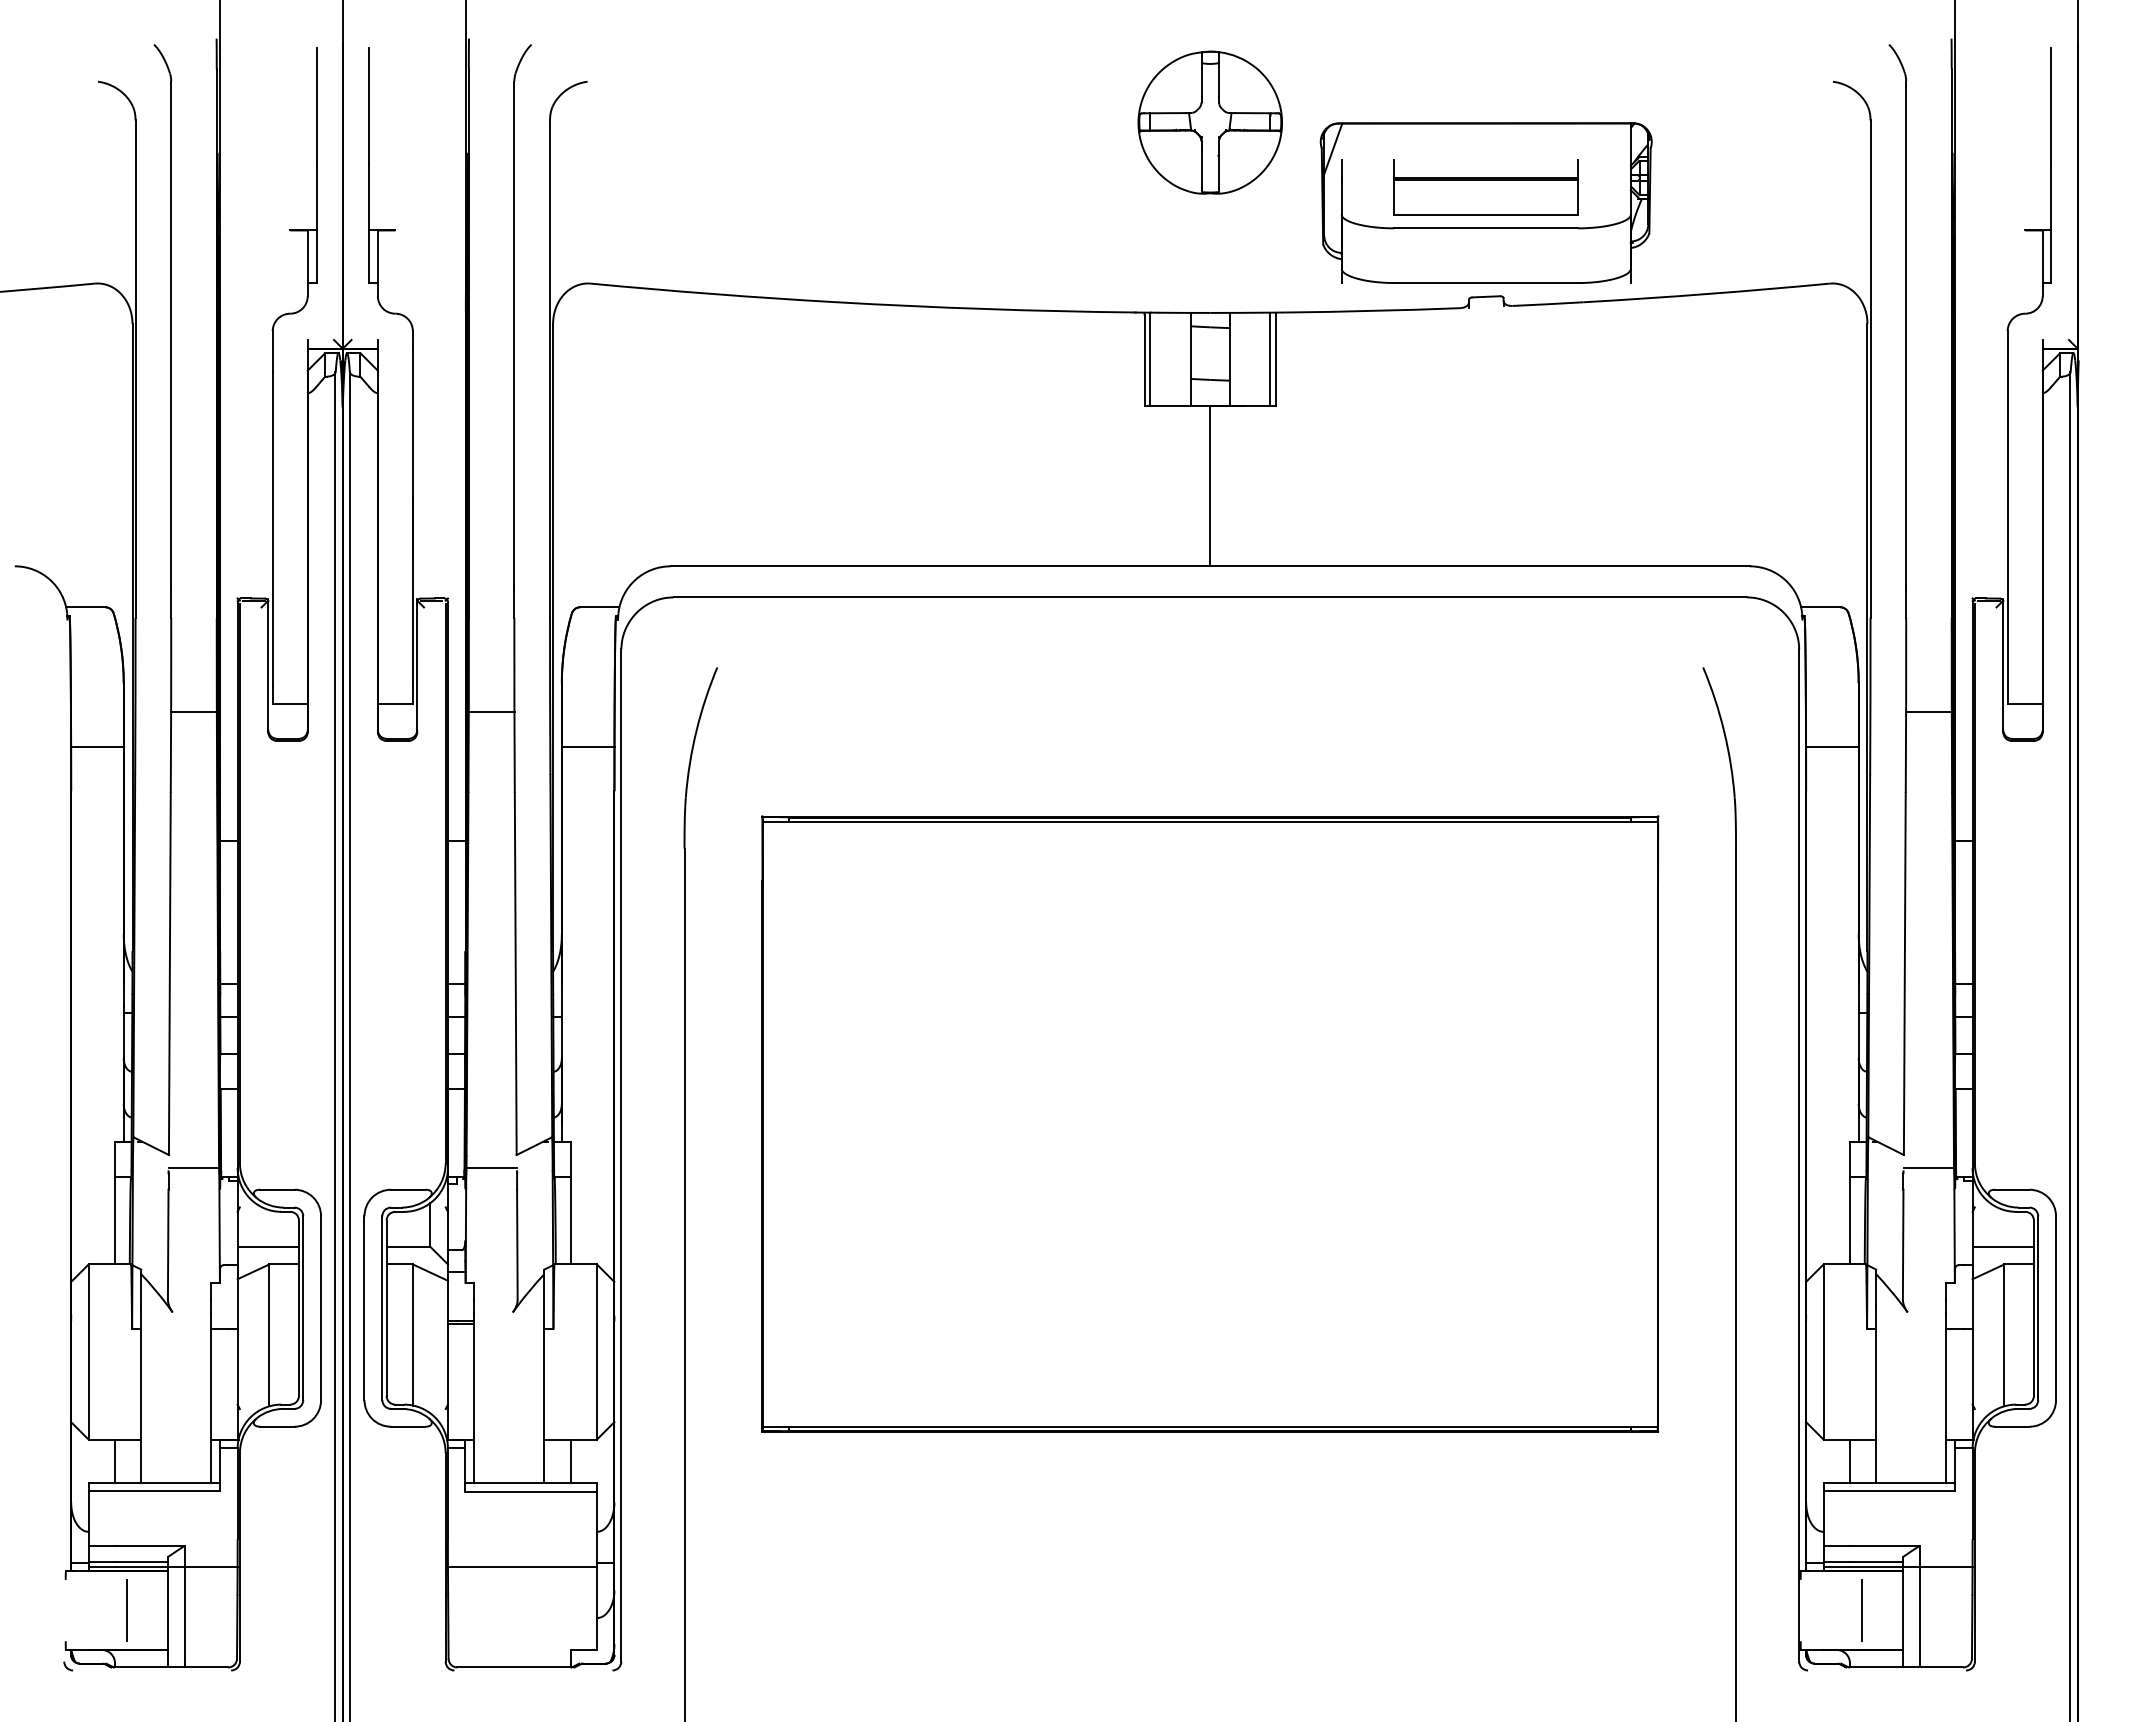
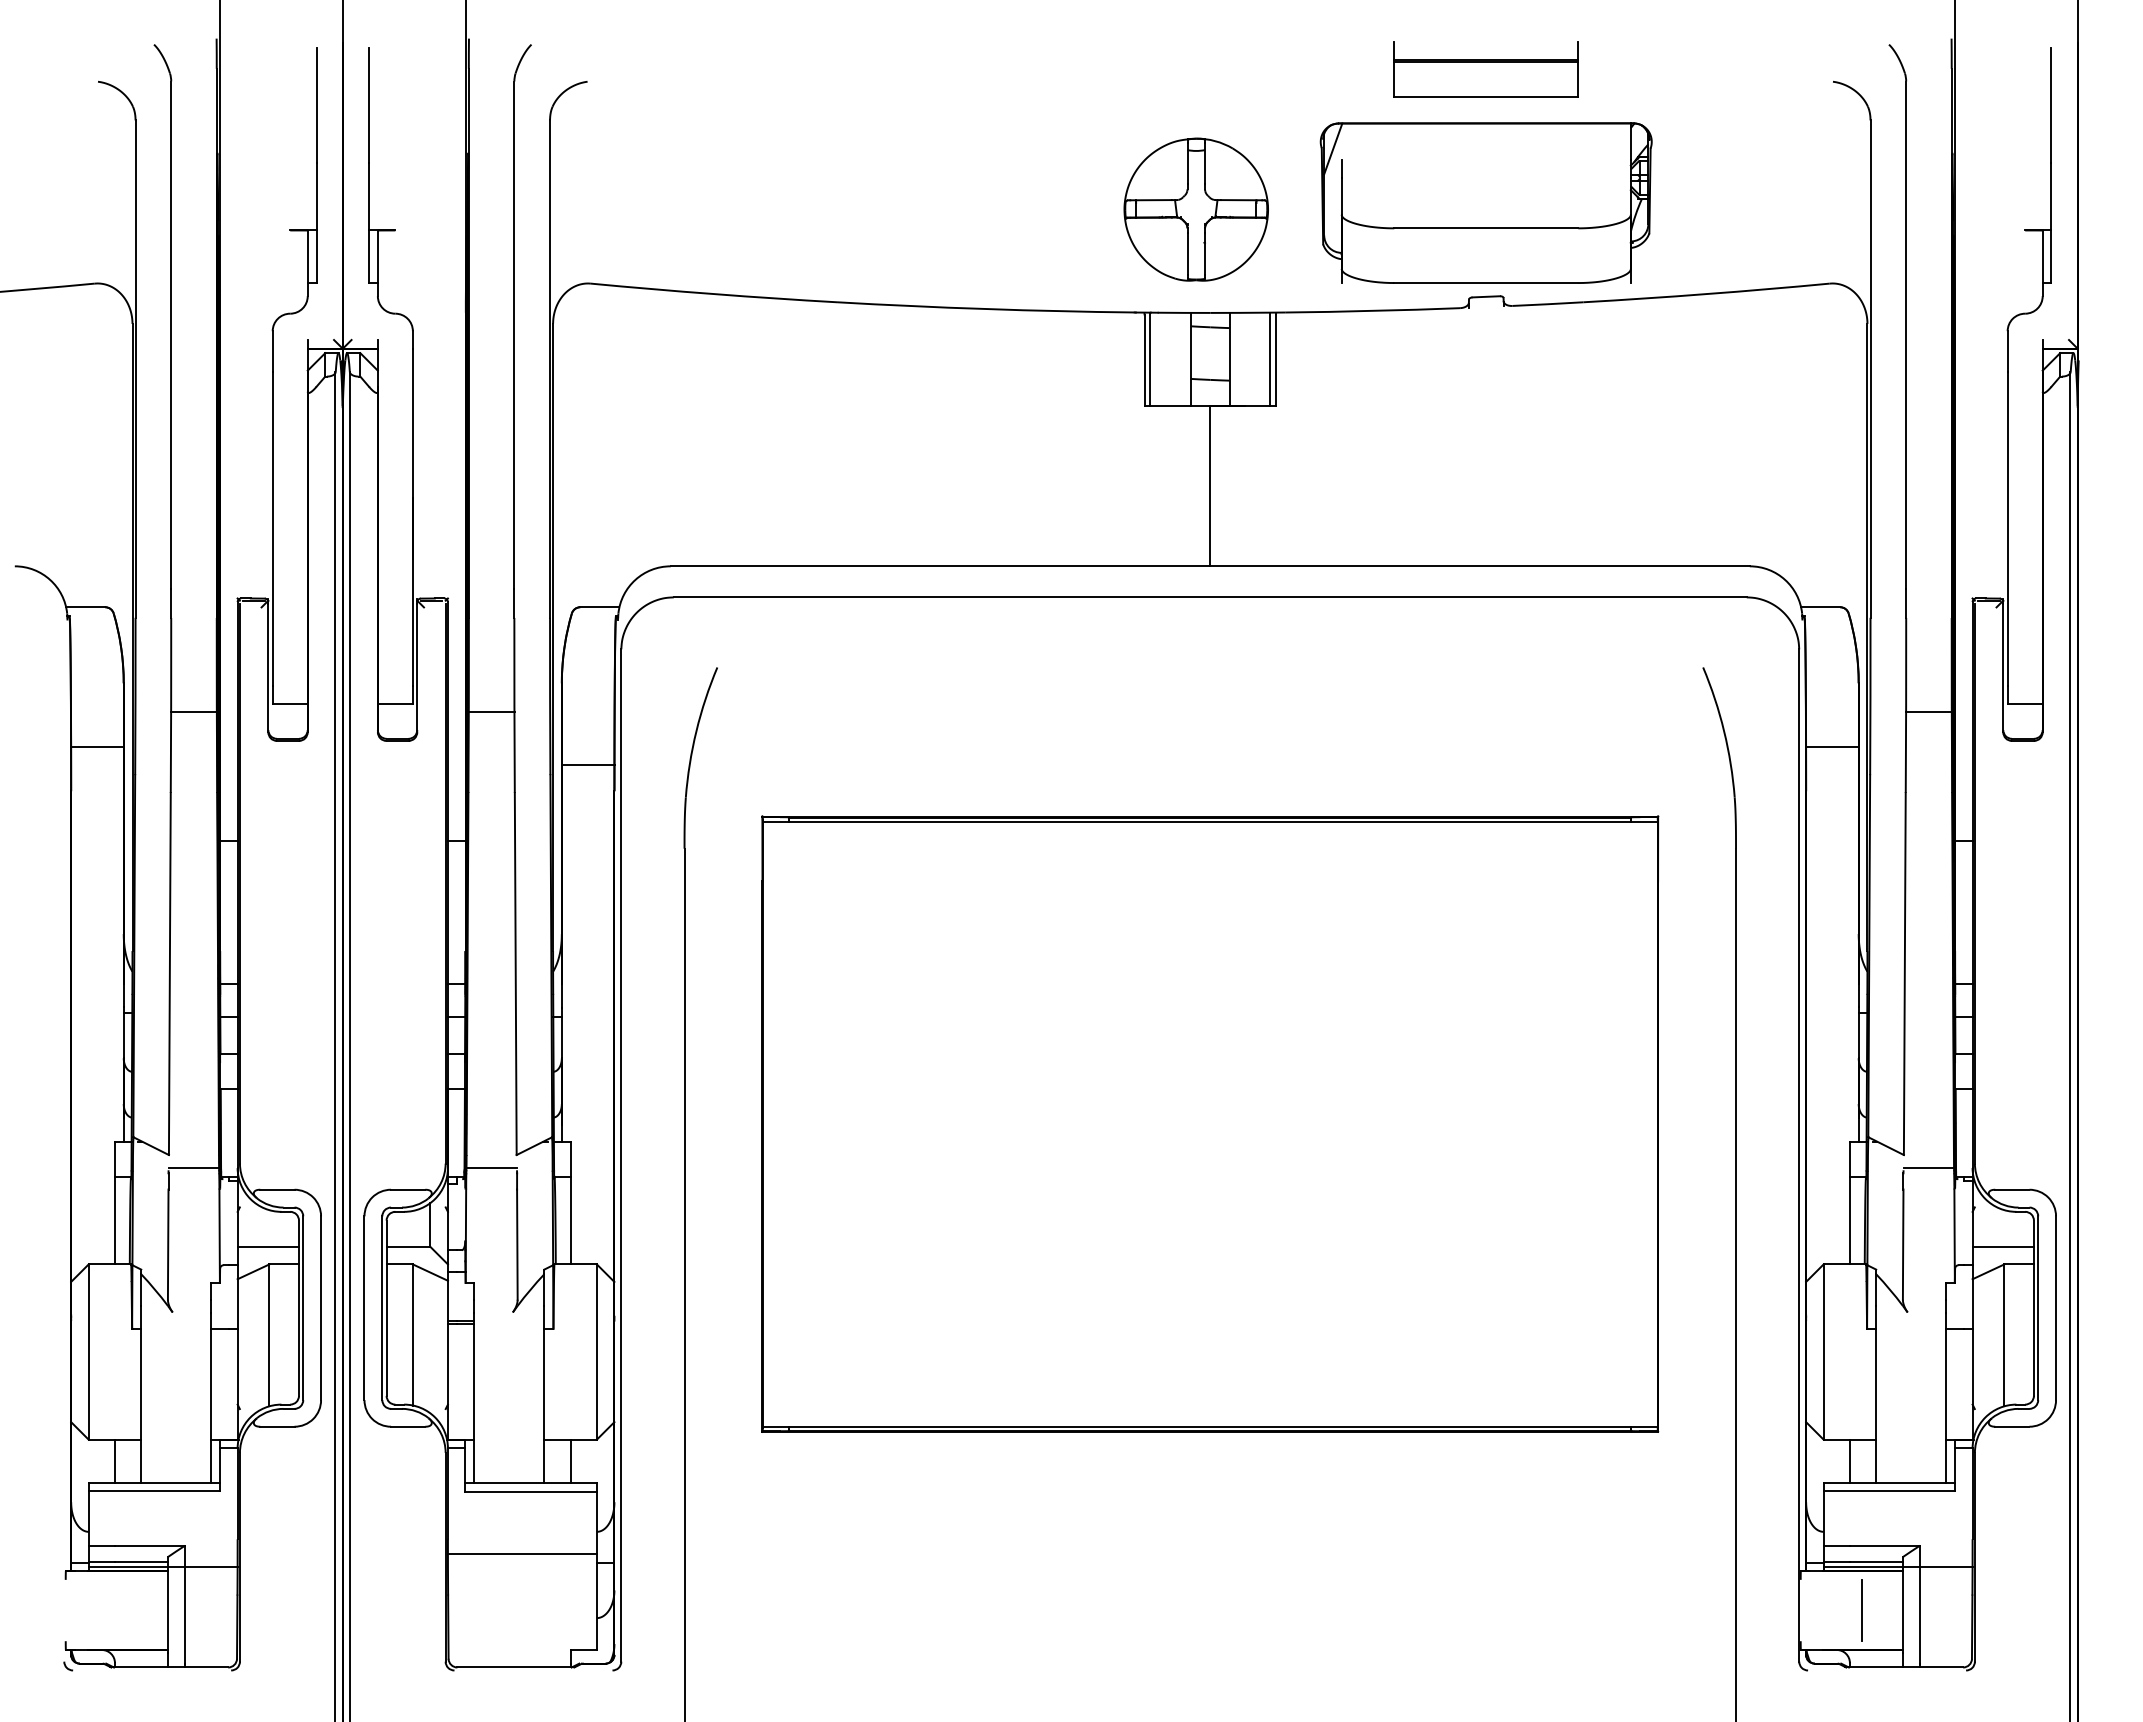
part at (1209, 122) position: (1209, 122) -> (1195, 209)
part at (1485, 187) position: (1485, 187) -> (1485, 69)
line at (587, 747) position: (587, 747) -> (587, 765)
line at (521, 1566) position: (521, 1566) -> (521, 1553)
line at (127, 1610): present -> none
